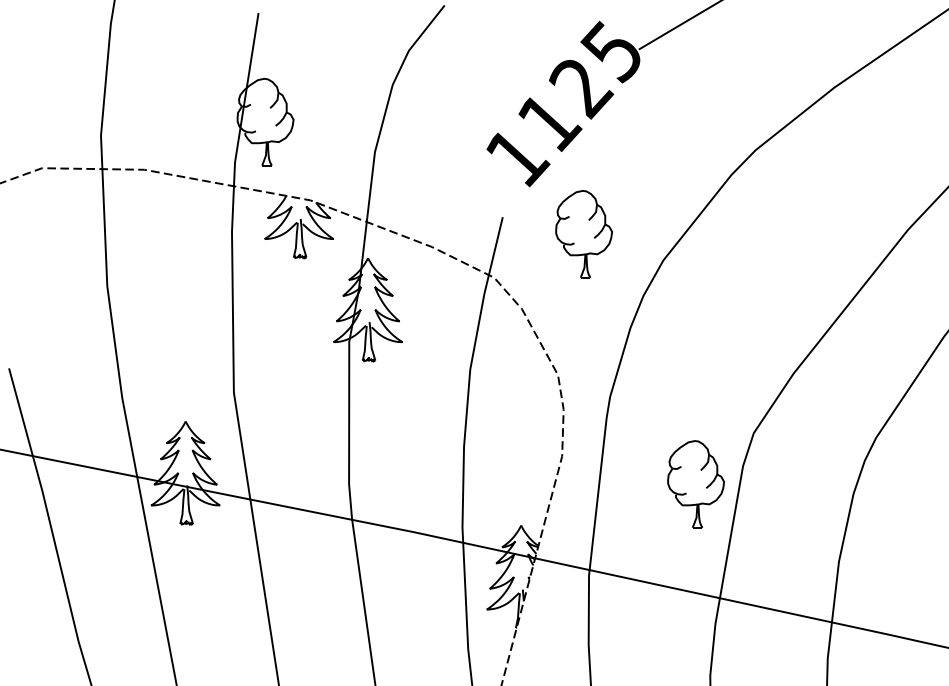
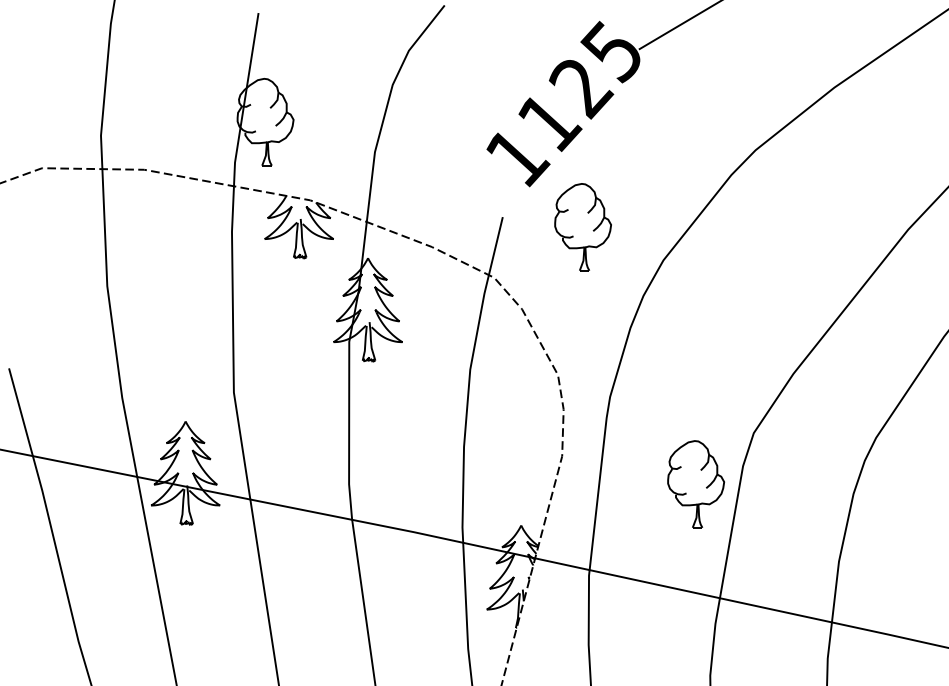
part at (583, 234) position: (583, 234) -> (582, 227)
